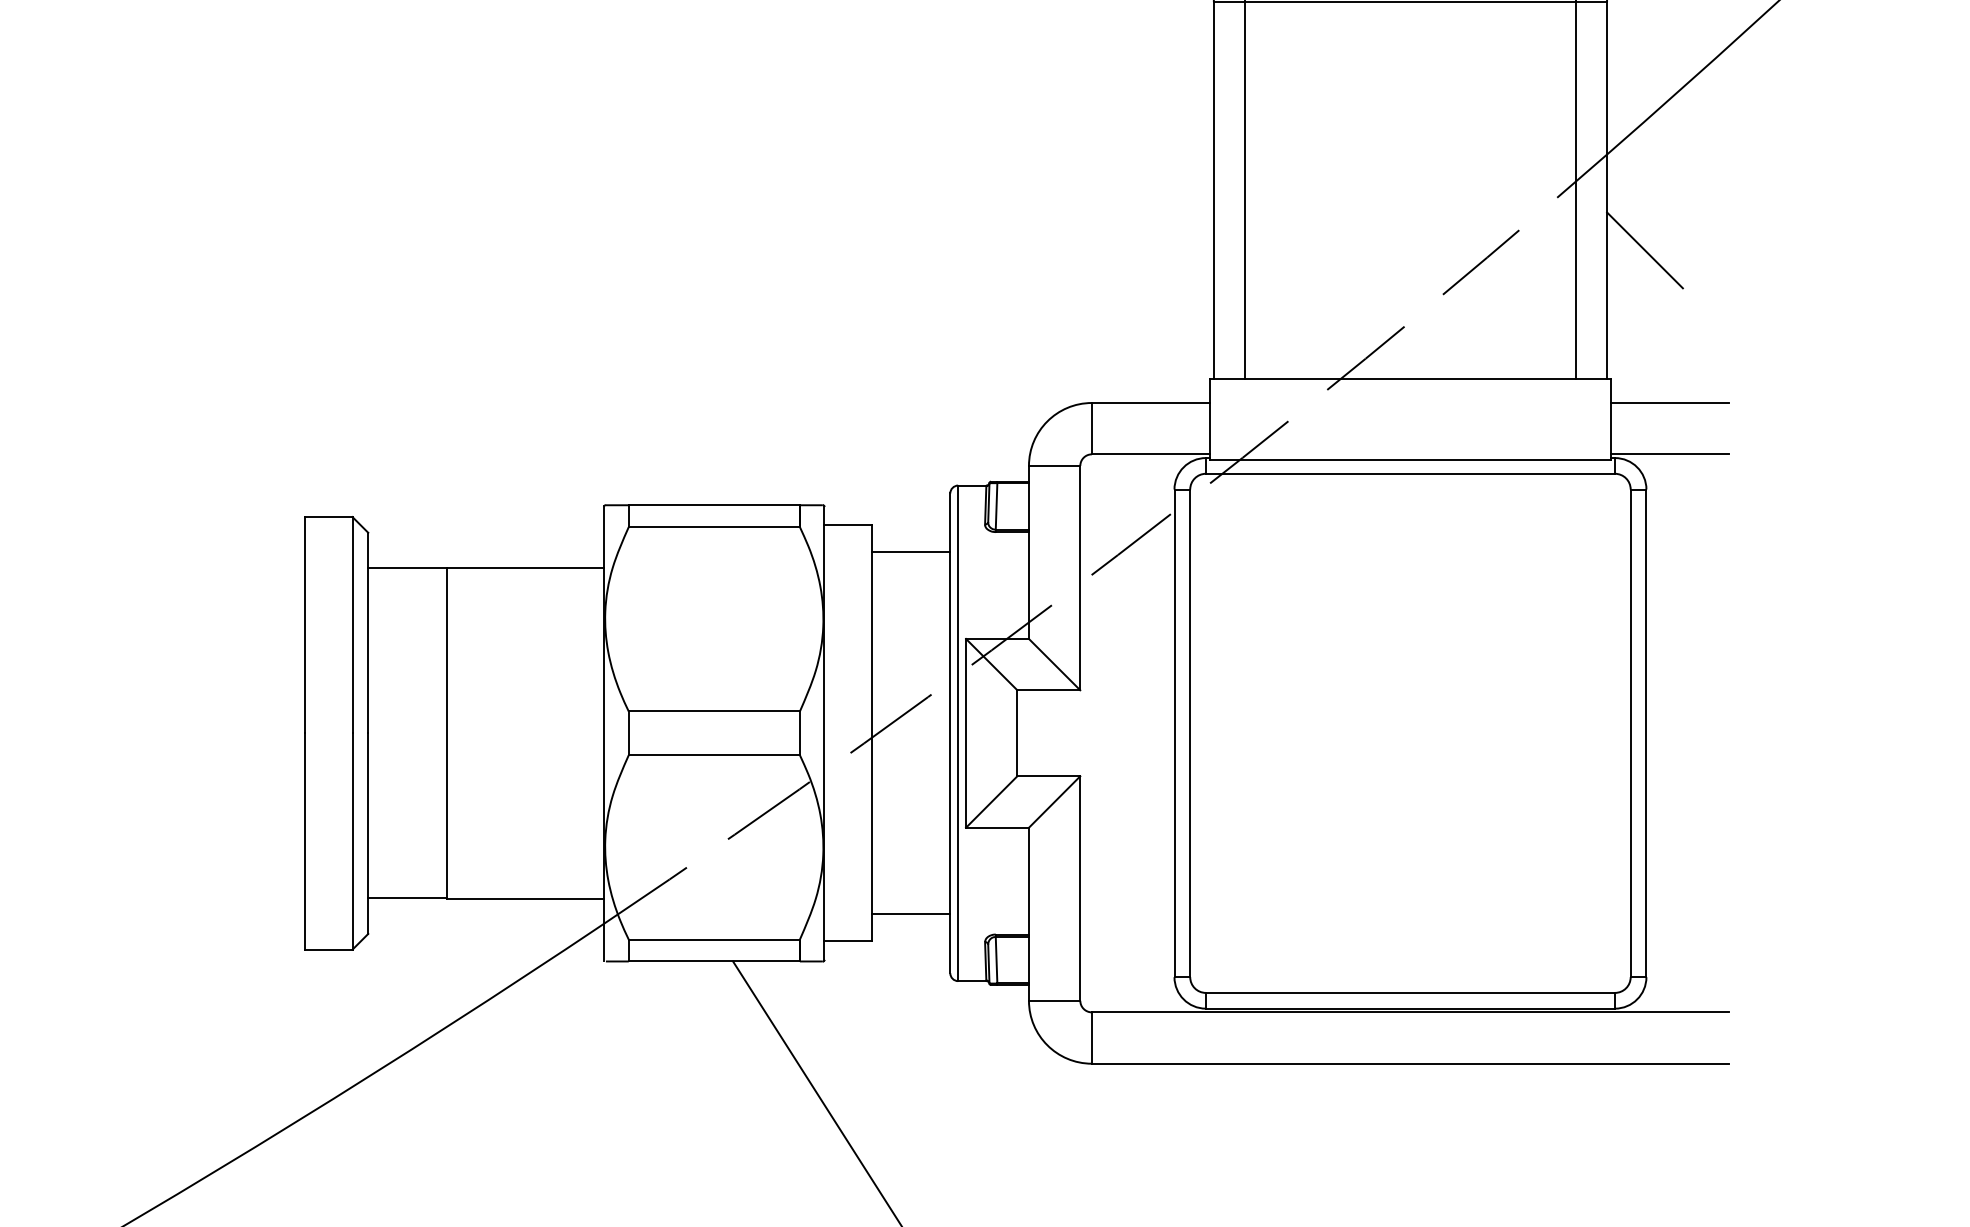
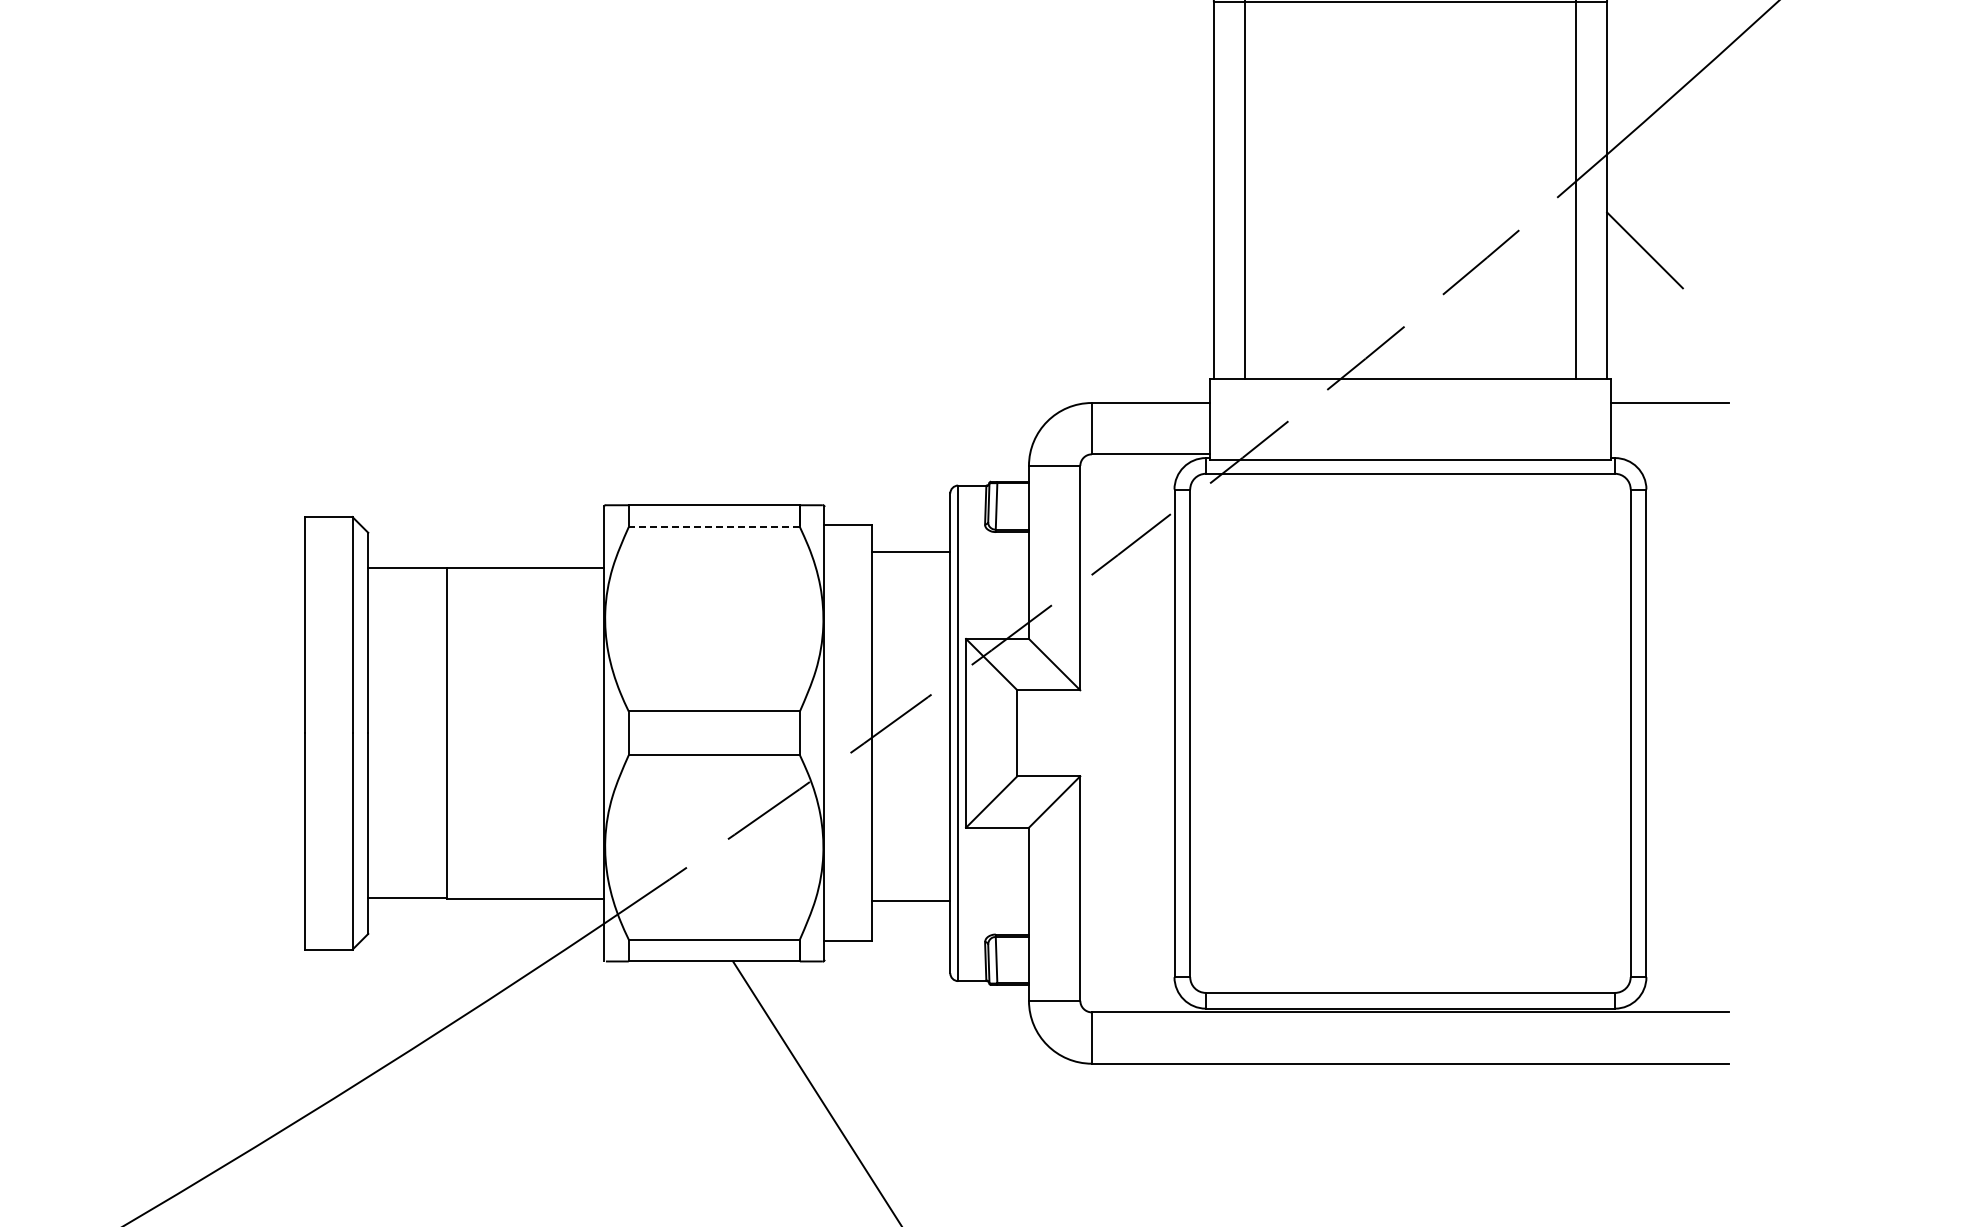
line at (1670, 454): present -> none
line at (714, 527): solid -> dashed
line at (910, 914) position: (910, 914) -> (910, 901)
